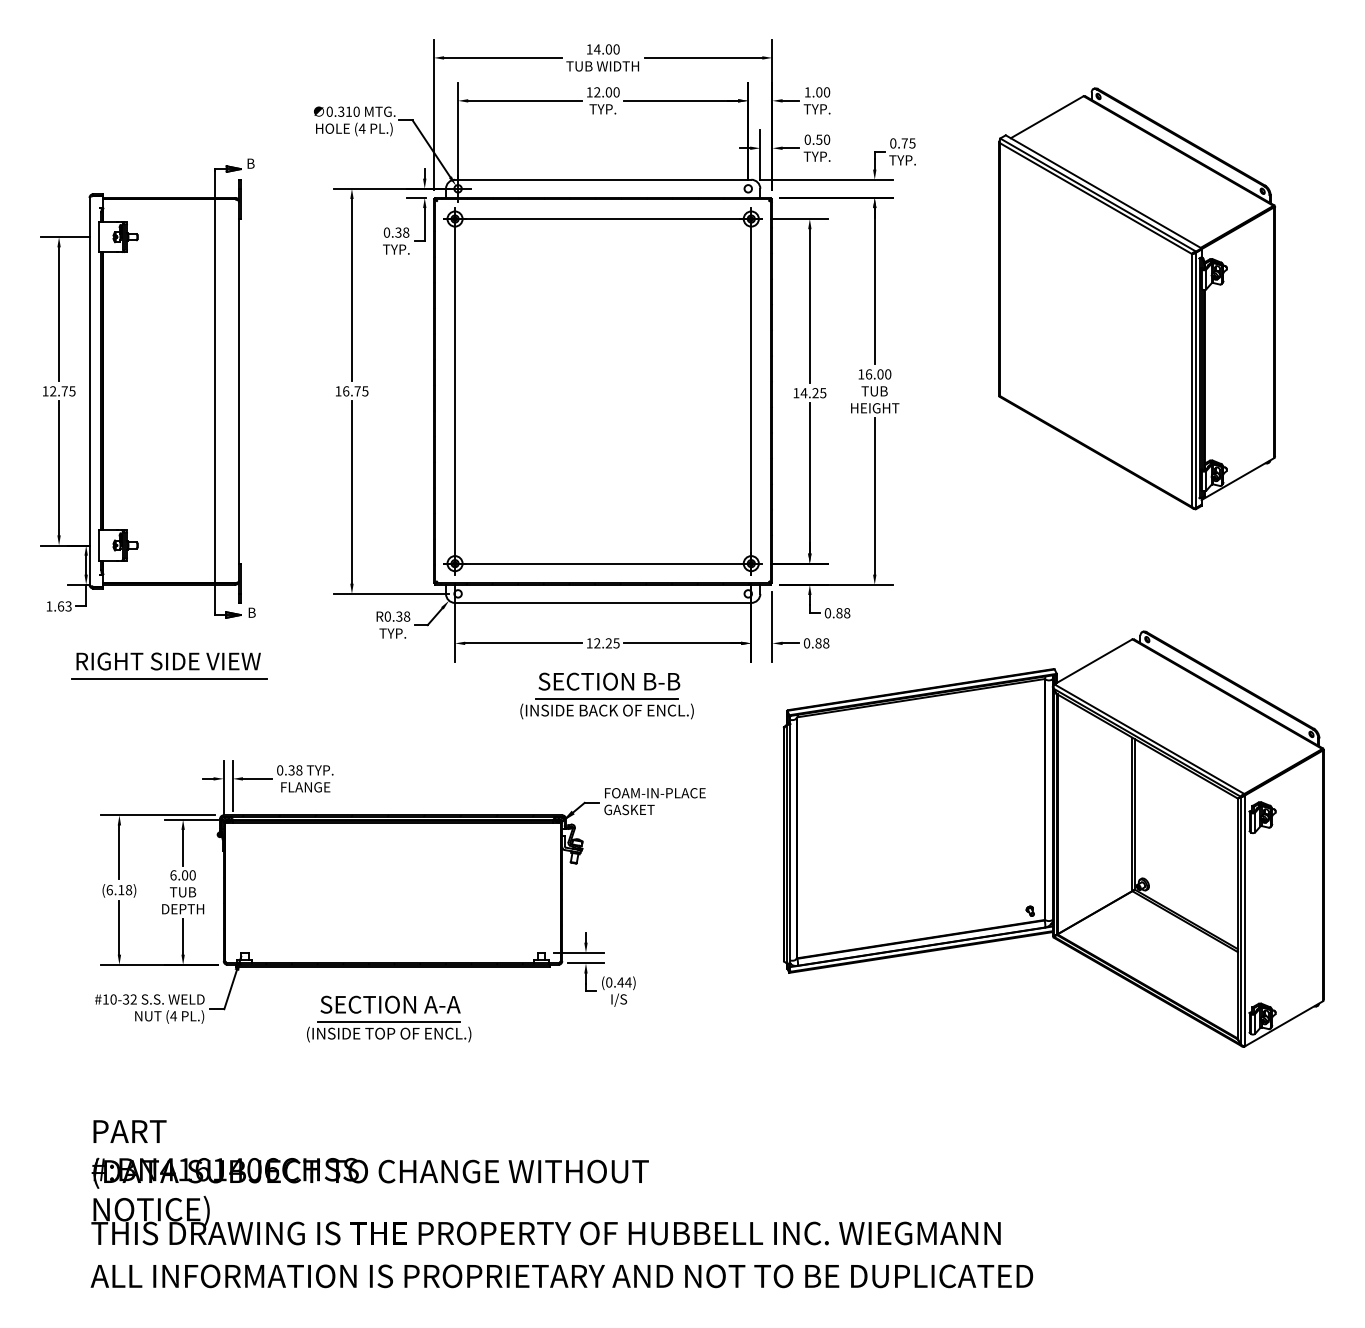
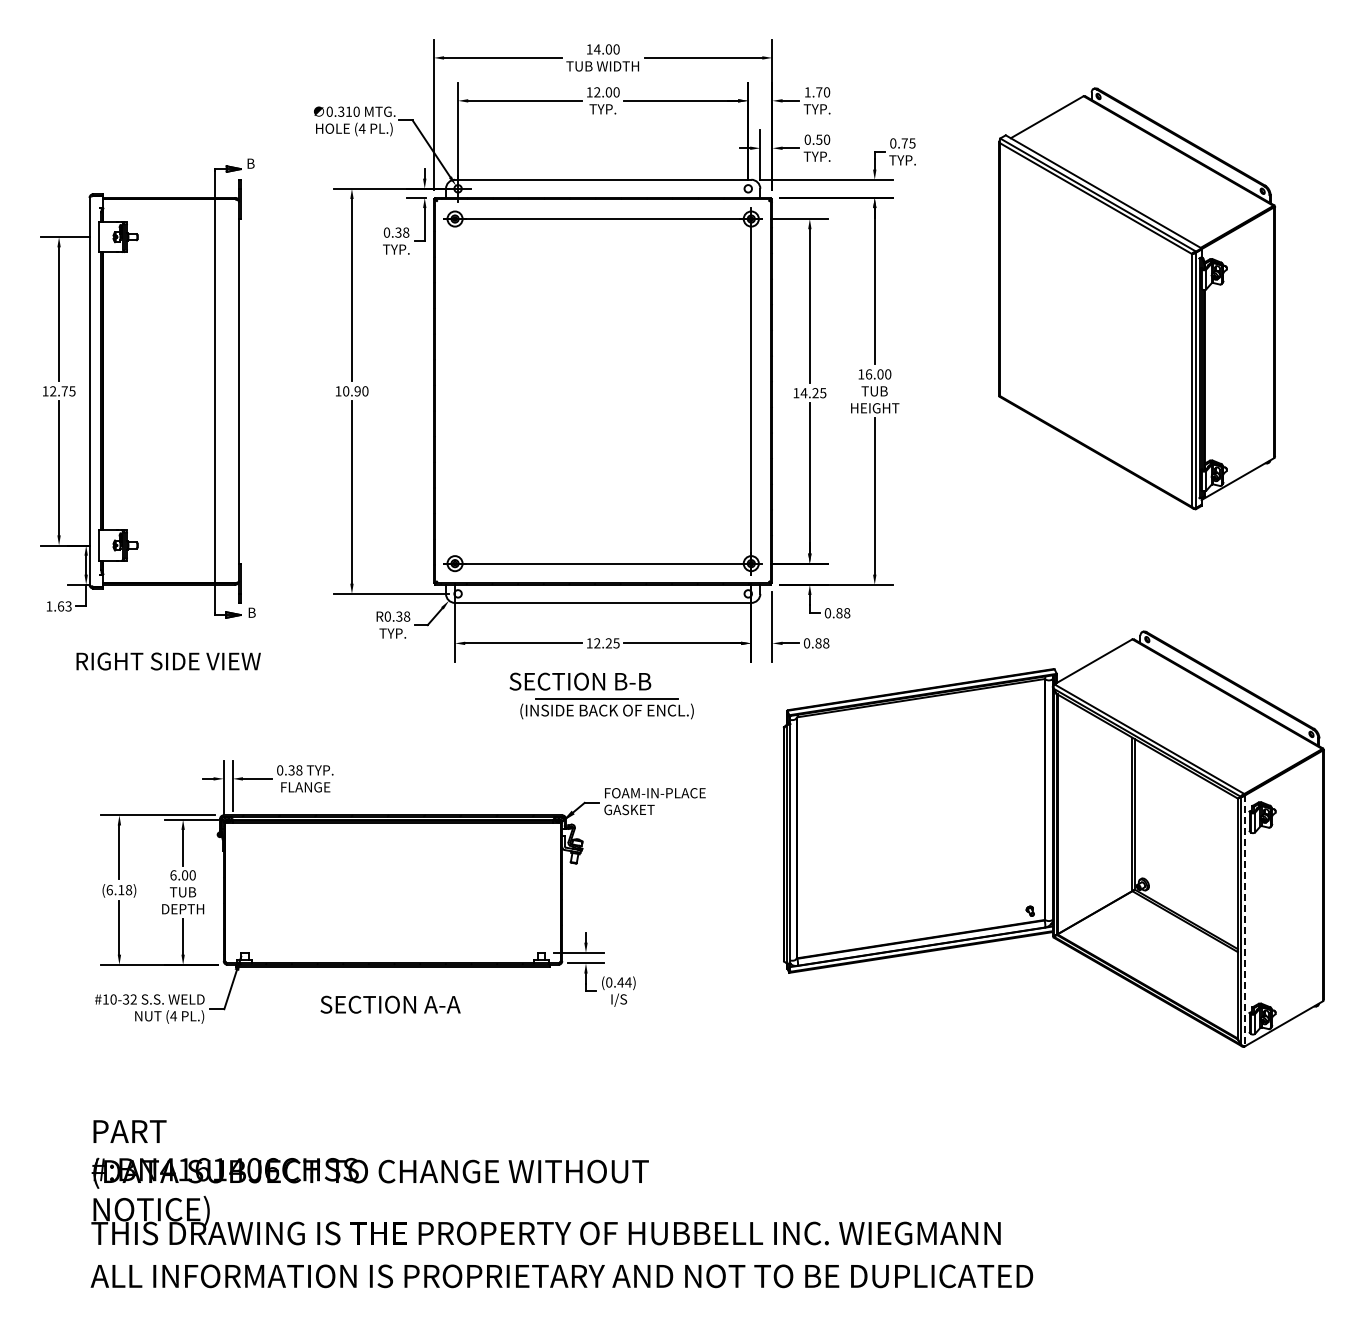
text at (819, 92): 1.00 -> 1.70
text at (355, 391): 16.75 -> 10.90
line at (455, 391): present -> none
line at (169, 679): present -> none
text at (609, 681) position: (609, 681) -> (580, 681)
line at (1245, 921): solid -> dashed
part at (389, 1031): present -> none
